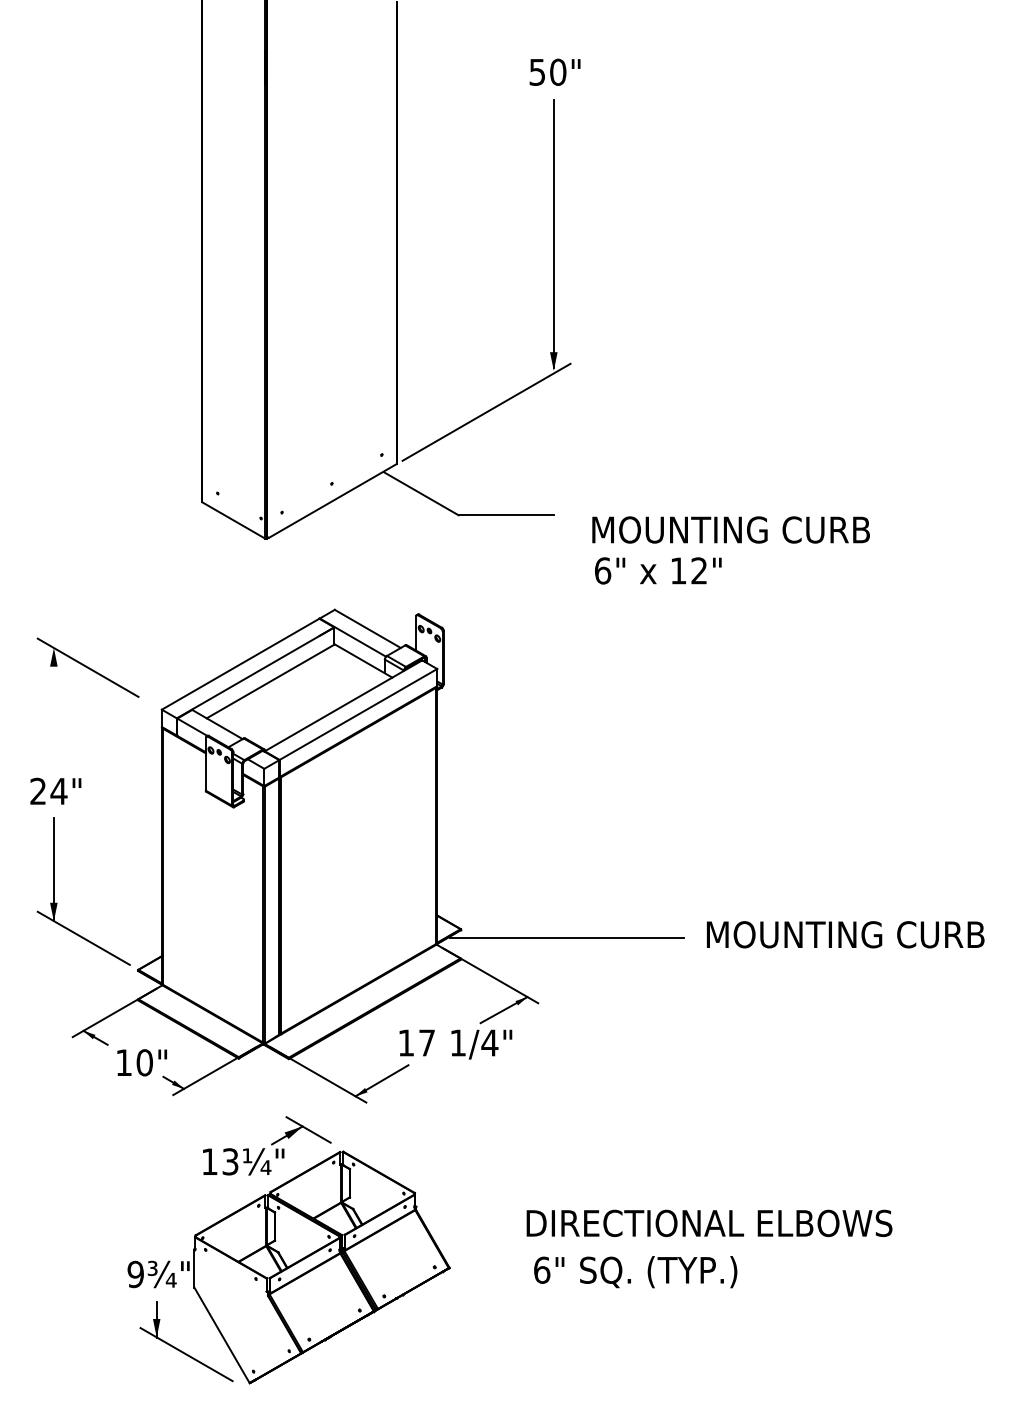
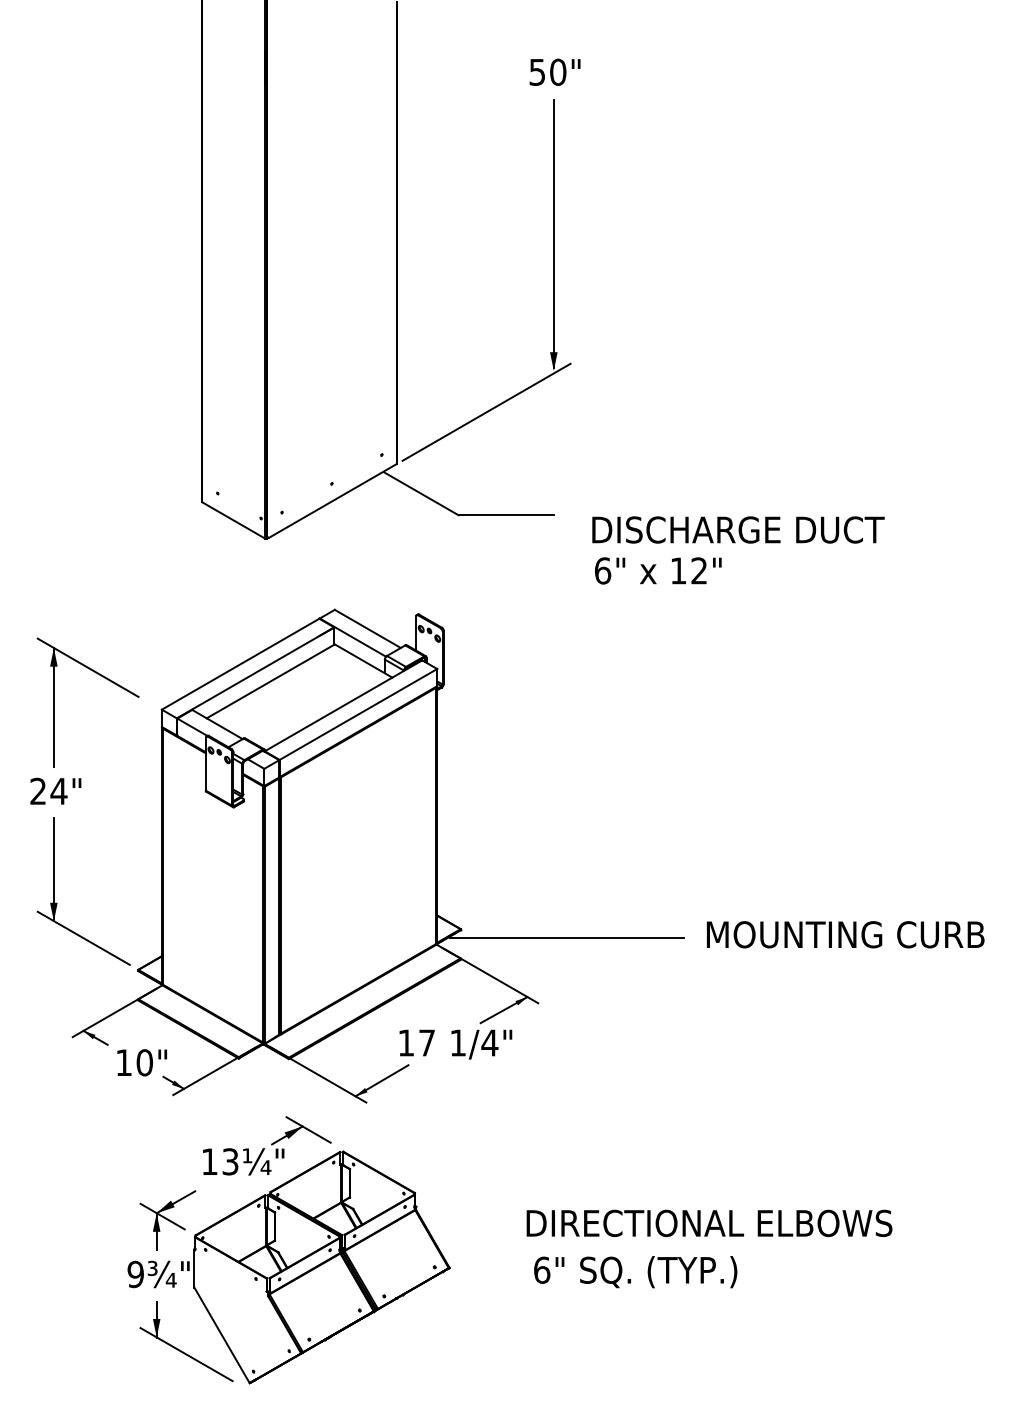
text at (739, 529): MOUNTING CURB -> DISCHARGE DUCT
line at (53, 706): none -> present
part at (167, 1220): none -> present
